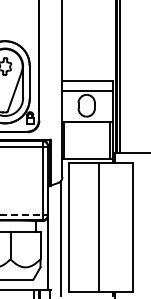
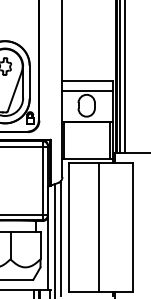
line at (124, 77): none -> present
line at (21, 214): dashed -> solid
line at (54, 239): none -> present
